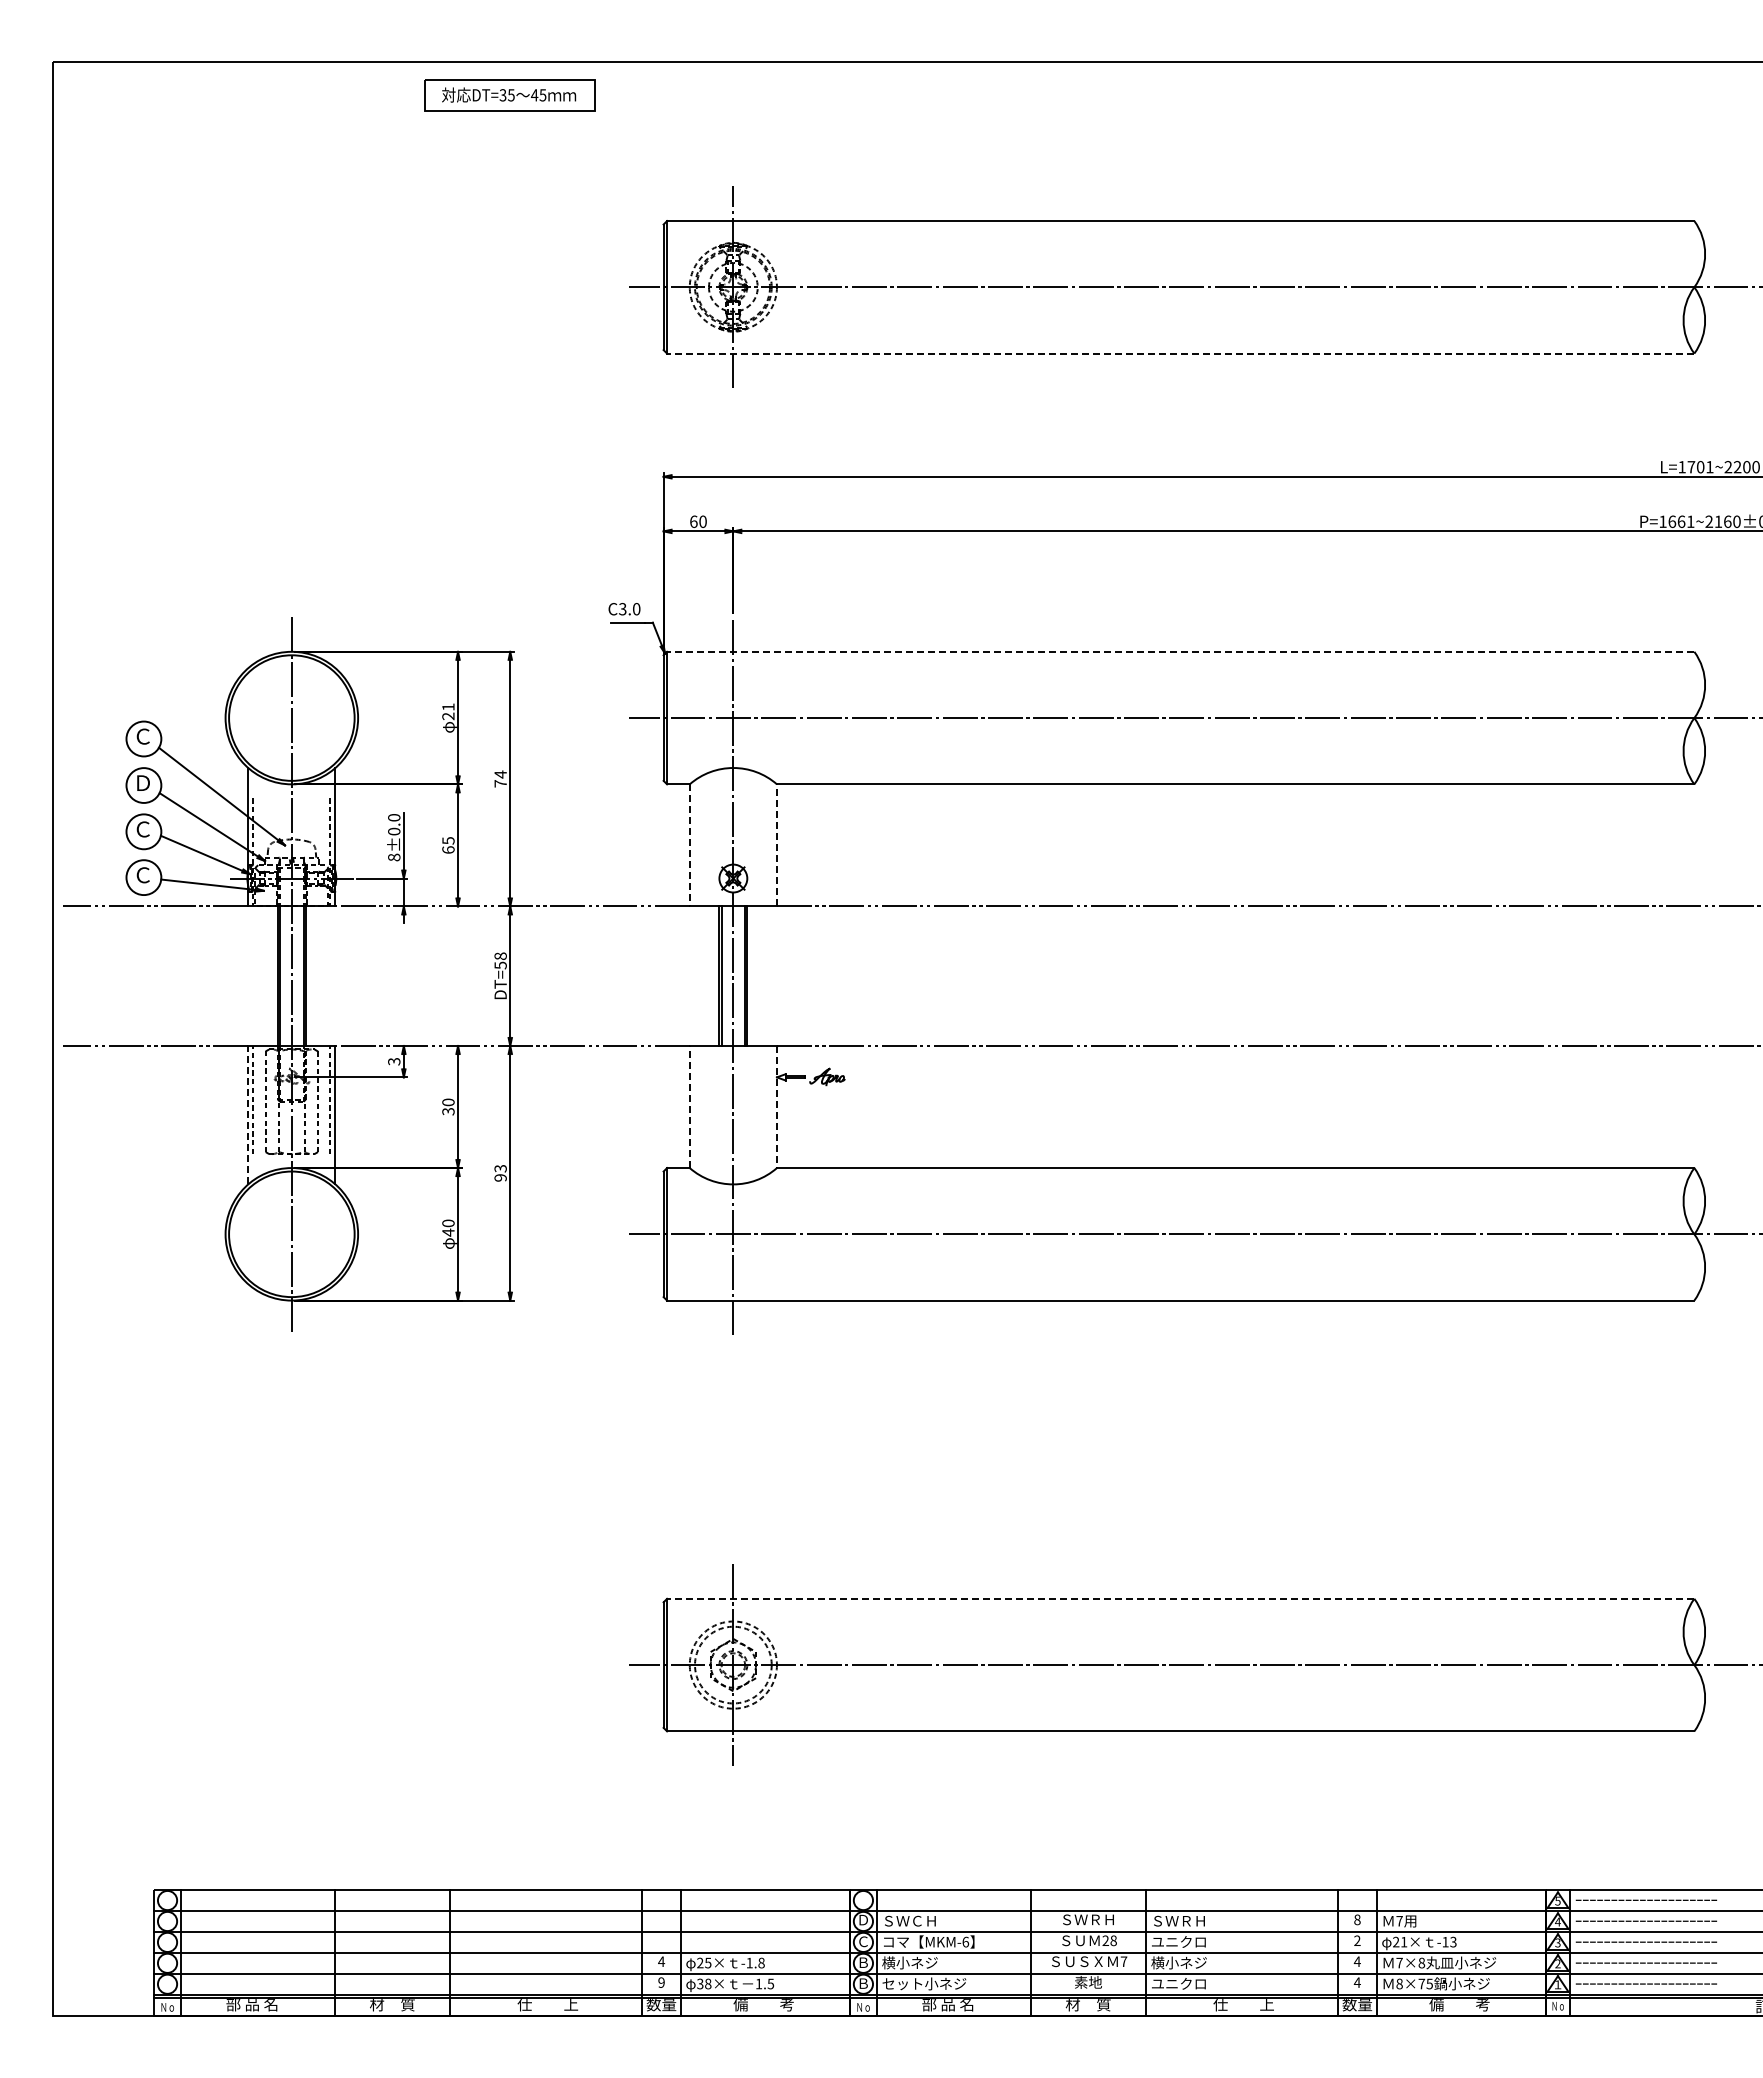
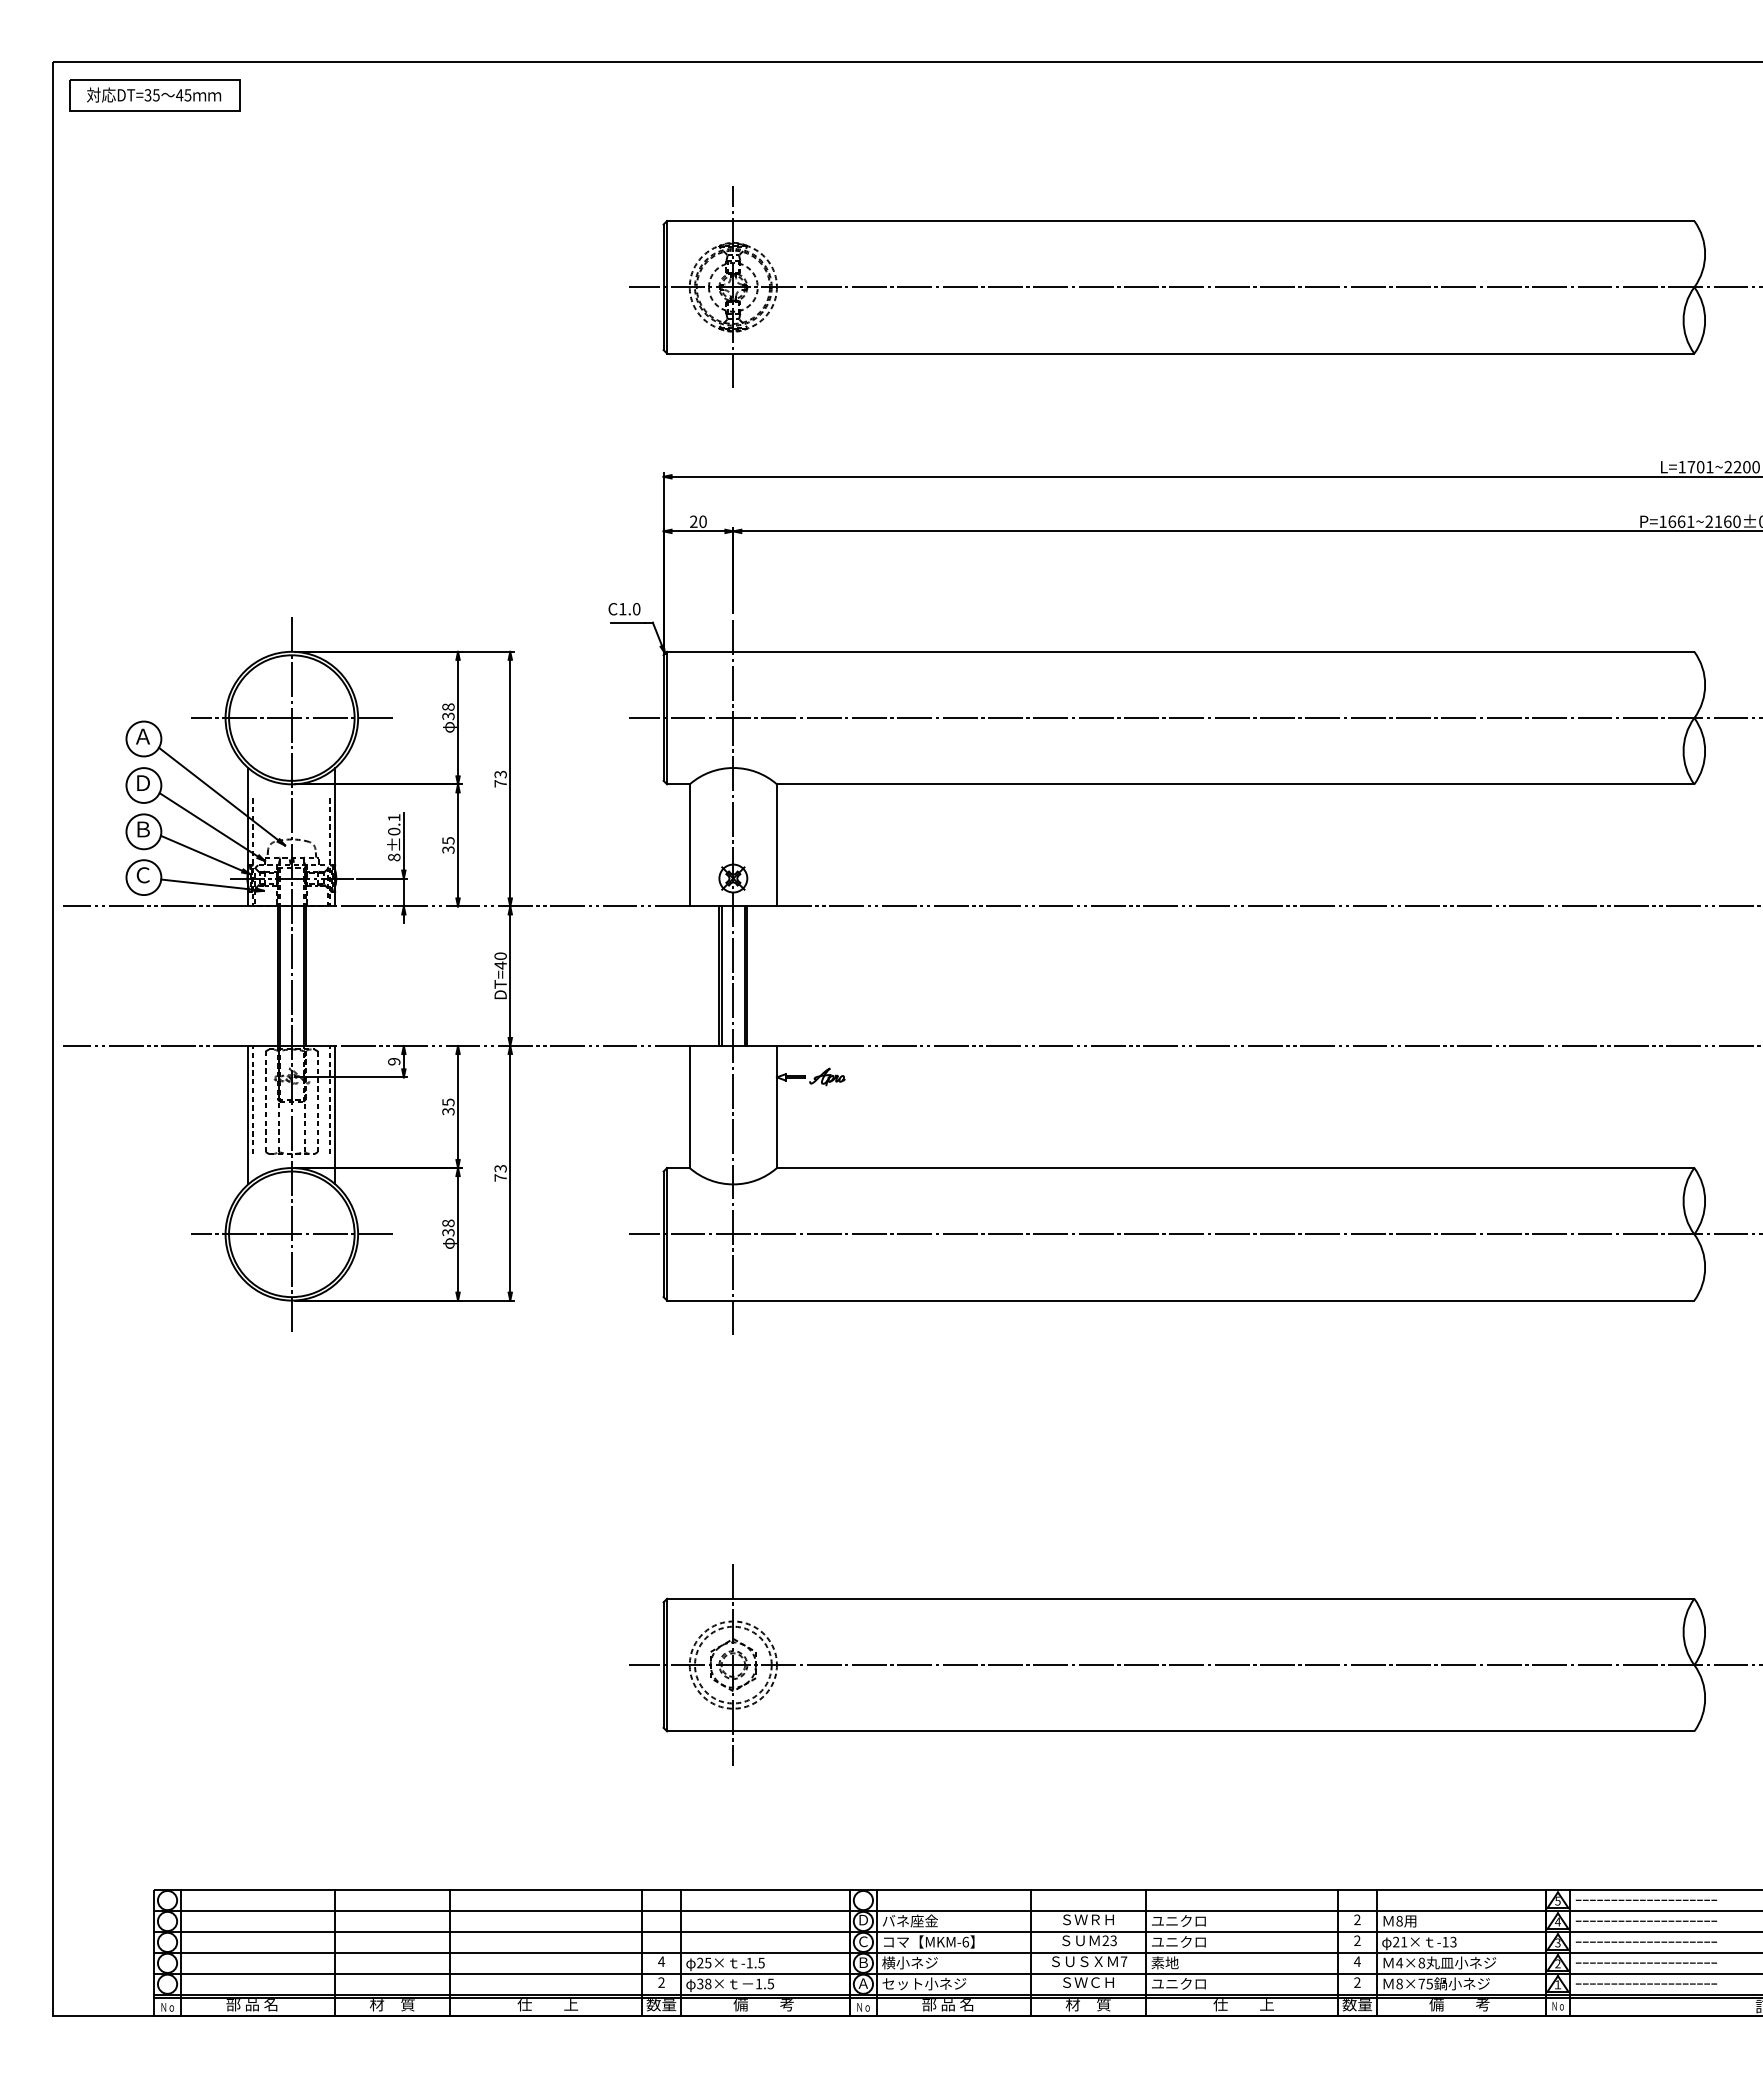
part at (509, 95) position: (509, 95) -> (154, 95)
line at (1180, 353): dashed -> solid
text at (693, 521): 60 -> 20
text at (622, 609): C3.0 -> C1.0
line at (1180, 651): dashed -> solid
text at (448, 711): 21 -> 38
line at (291, 718): none -> present
text at (143, 736): Ｃ -> Ａ
text at (500, 774): 74 -> 73
text at (394, 817): 8±0.0 -> 8±0.1
text at (142, 829): Ｃ -> Ｂ
line at (776, 844): dashed -> solid
line at (689, 845): dashed -> solid
text at (448, 849): 65 -> 35
text at (500, 960): DT=58 -> DT=40
text at (394, 1061): 3 -> 9
text at (448, 1102): 30 -> 35
line at (689, 1106): dashed -> solid
line at (776, 1107): dashed -> solid
line at (248, 1114): dashed -> solid
text at (500, 1177): 93 -> 73
text at (448, 1227): 40 -> 38
line at (291, 1234): none -> present
line at (1180, 1598): dashed -> solid
text at (1357, 1919): 8 -> 2
text at (909, 1920): ＳＷＣＨ -> バネ座金
text at (1178, 1920): ＳＷＲＨ -> ユニクロ
text at (1399, 1920): 7 -> 8
text at (1113, 1940): 28 -> 23
text at (761, 1962): -1.8 -> -1.5
text at (1178, 1962): 横小ネジ -> 素地
text at (1399, 1962): 7×8 -> 4×8
text at (661, 1982): 9 -> 2
text at (1088, 1982): 素地 -> ＳＷＣＨ
text at (1356, 1982): 4 -> 2
text at (862, 1983): Ｂ -> Ａ
